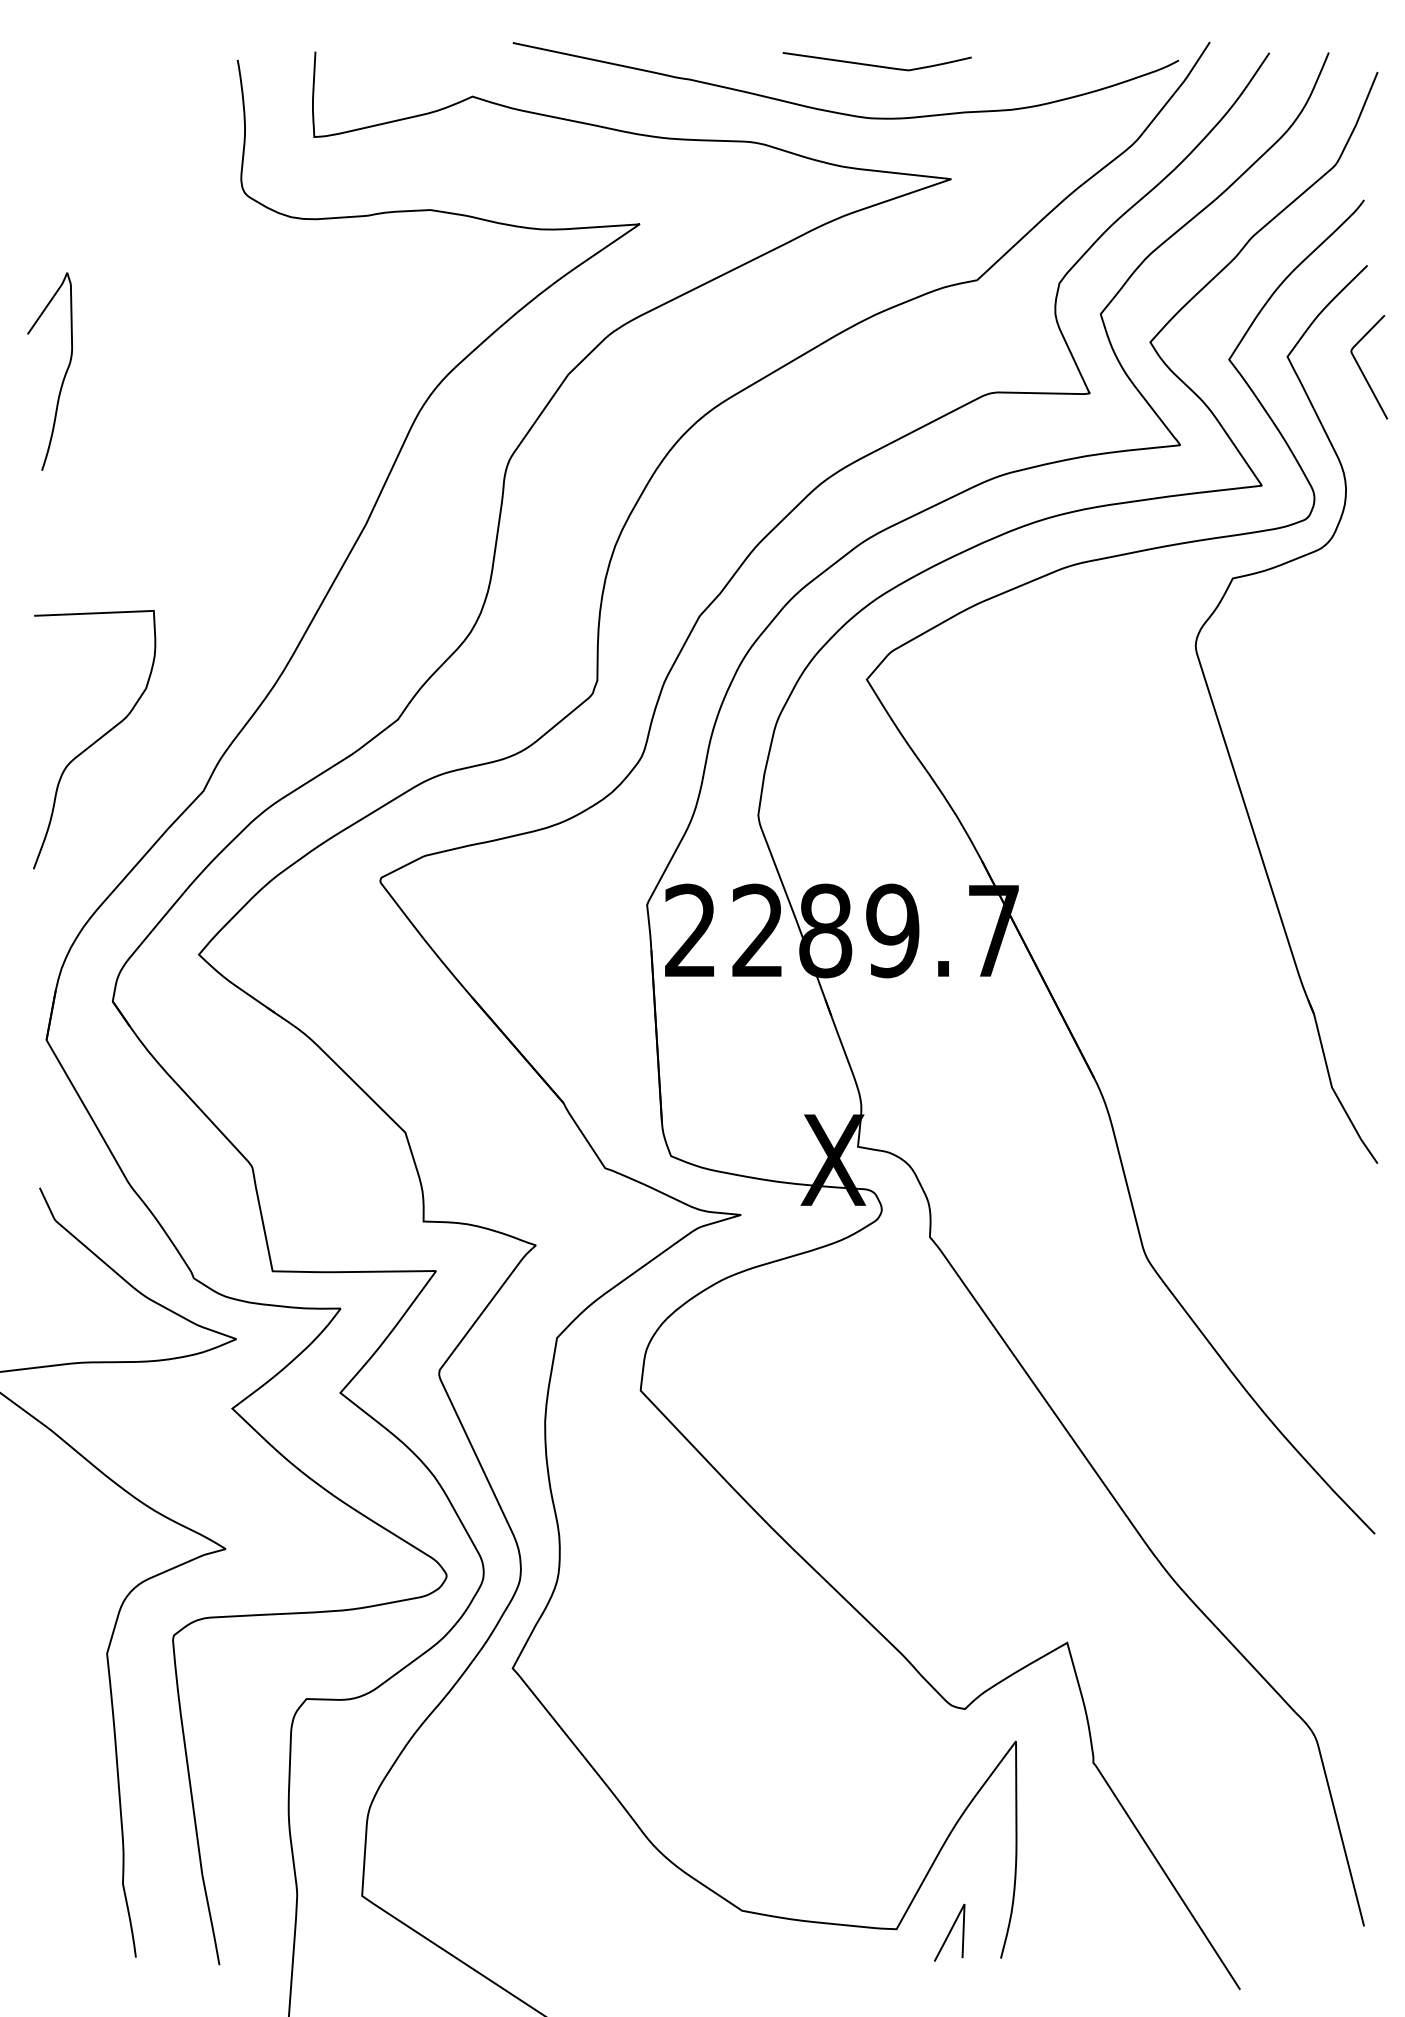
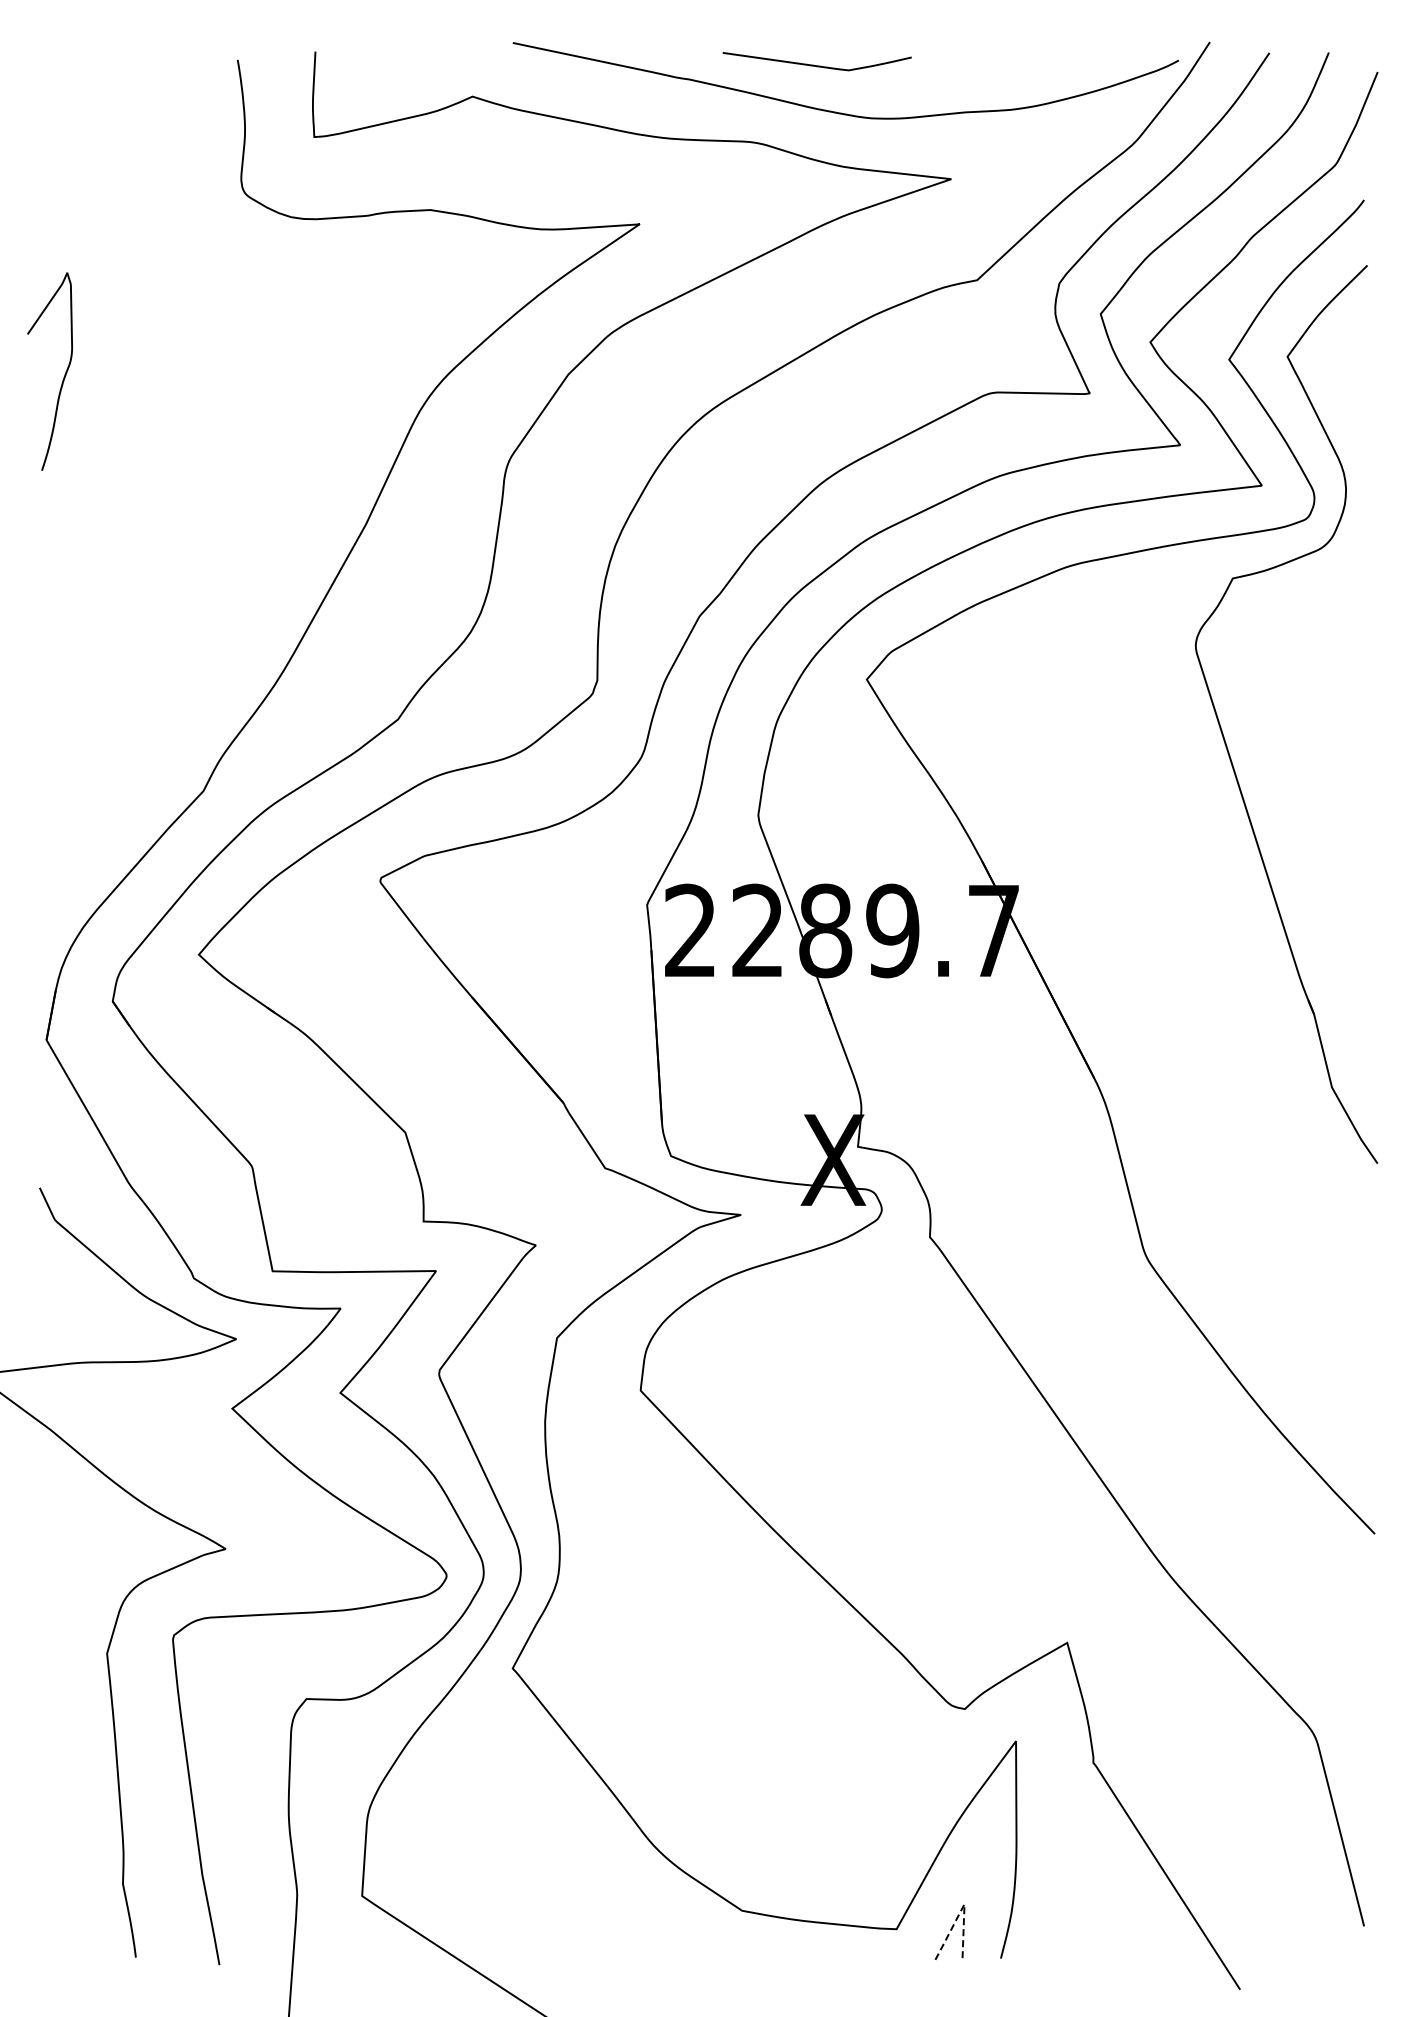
curve at (876, 65) position: (876, 65) -> (816, 65)
curve at (1362, 370): present -> none
curve at (95, 740): present -> none
line at (961, 1909): solid -> dashed
